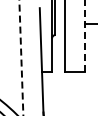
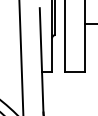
line at (84, 35): dashed -> solid
line at (21, 57): dashed -> solid
